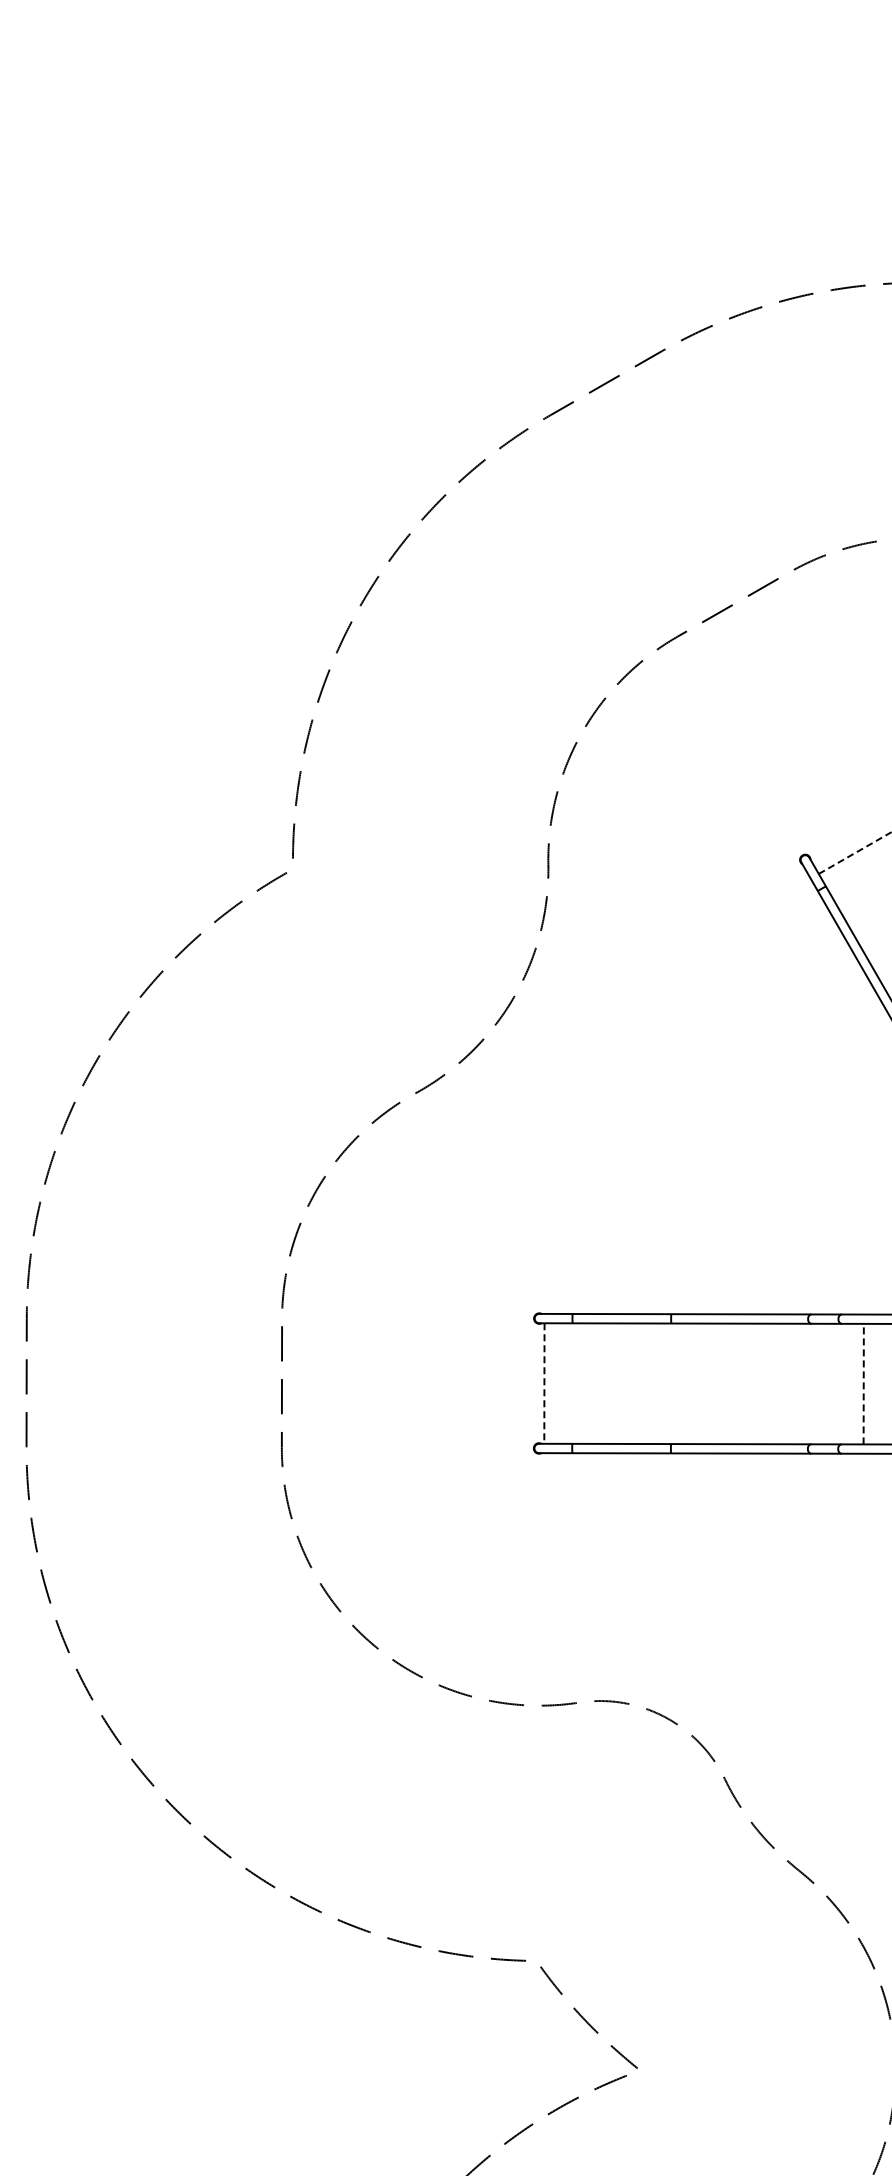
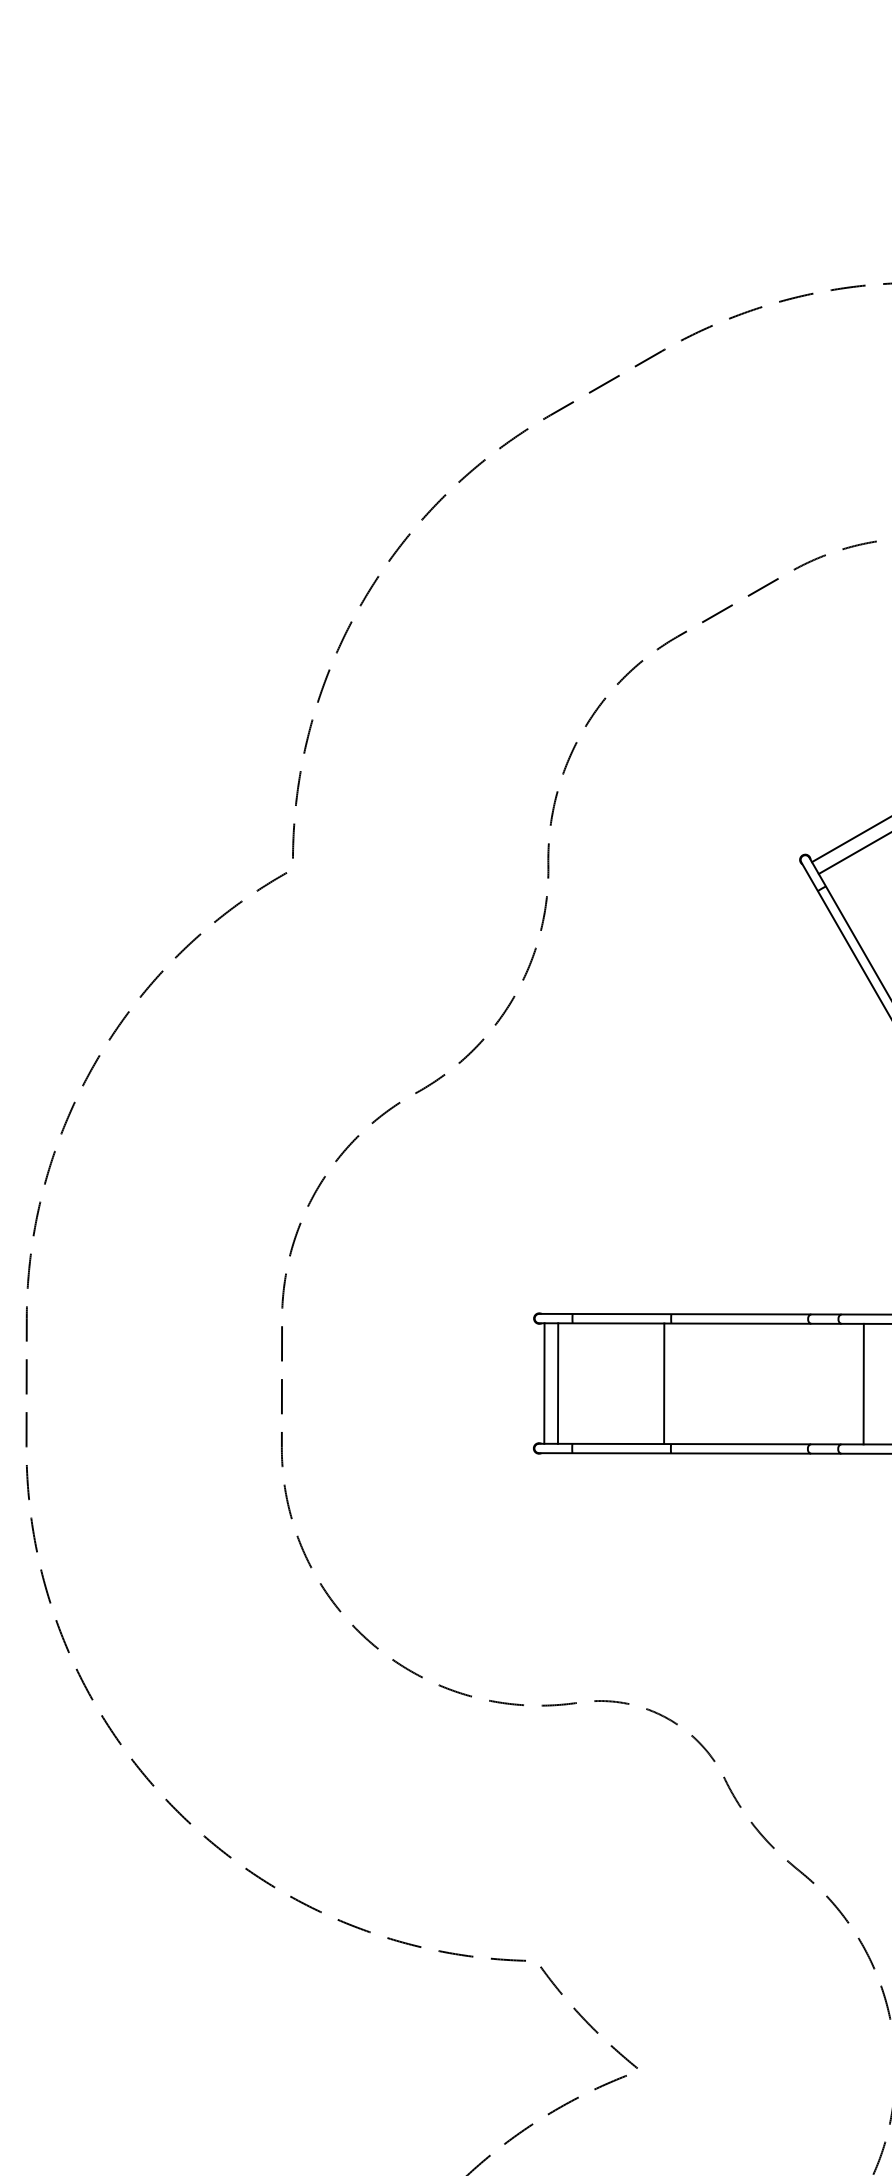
line at (849, 840): none -> present
line at (855, 853): dashed -> solid
line at (557, 1383): none -> present
line at (664, 1383): none -> present
line at (863, 1383): dashed -> solid
line at (544, 1384): dashed -> solid
